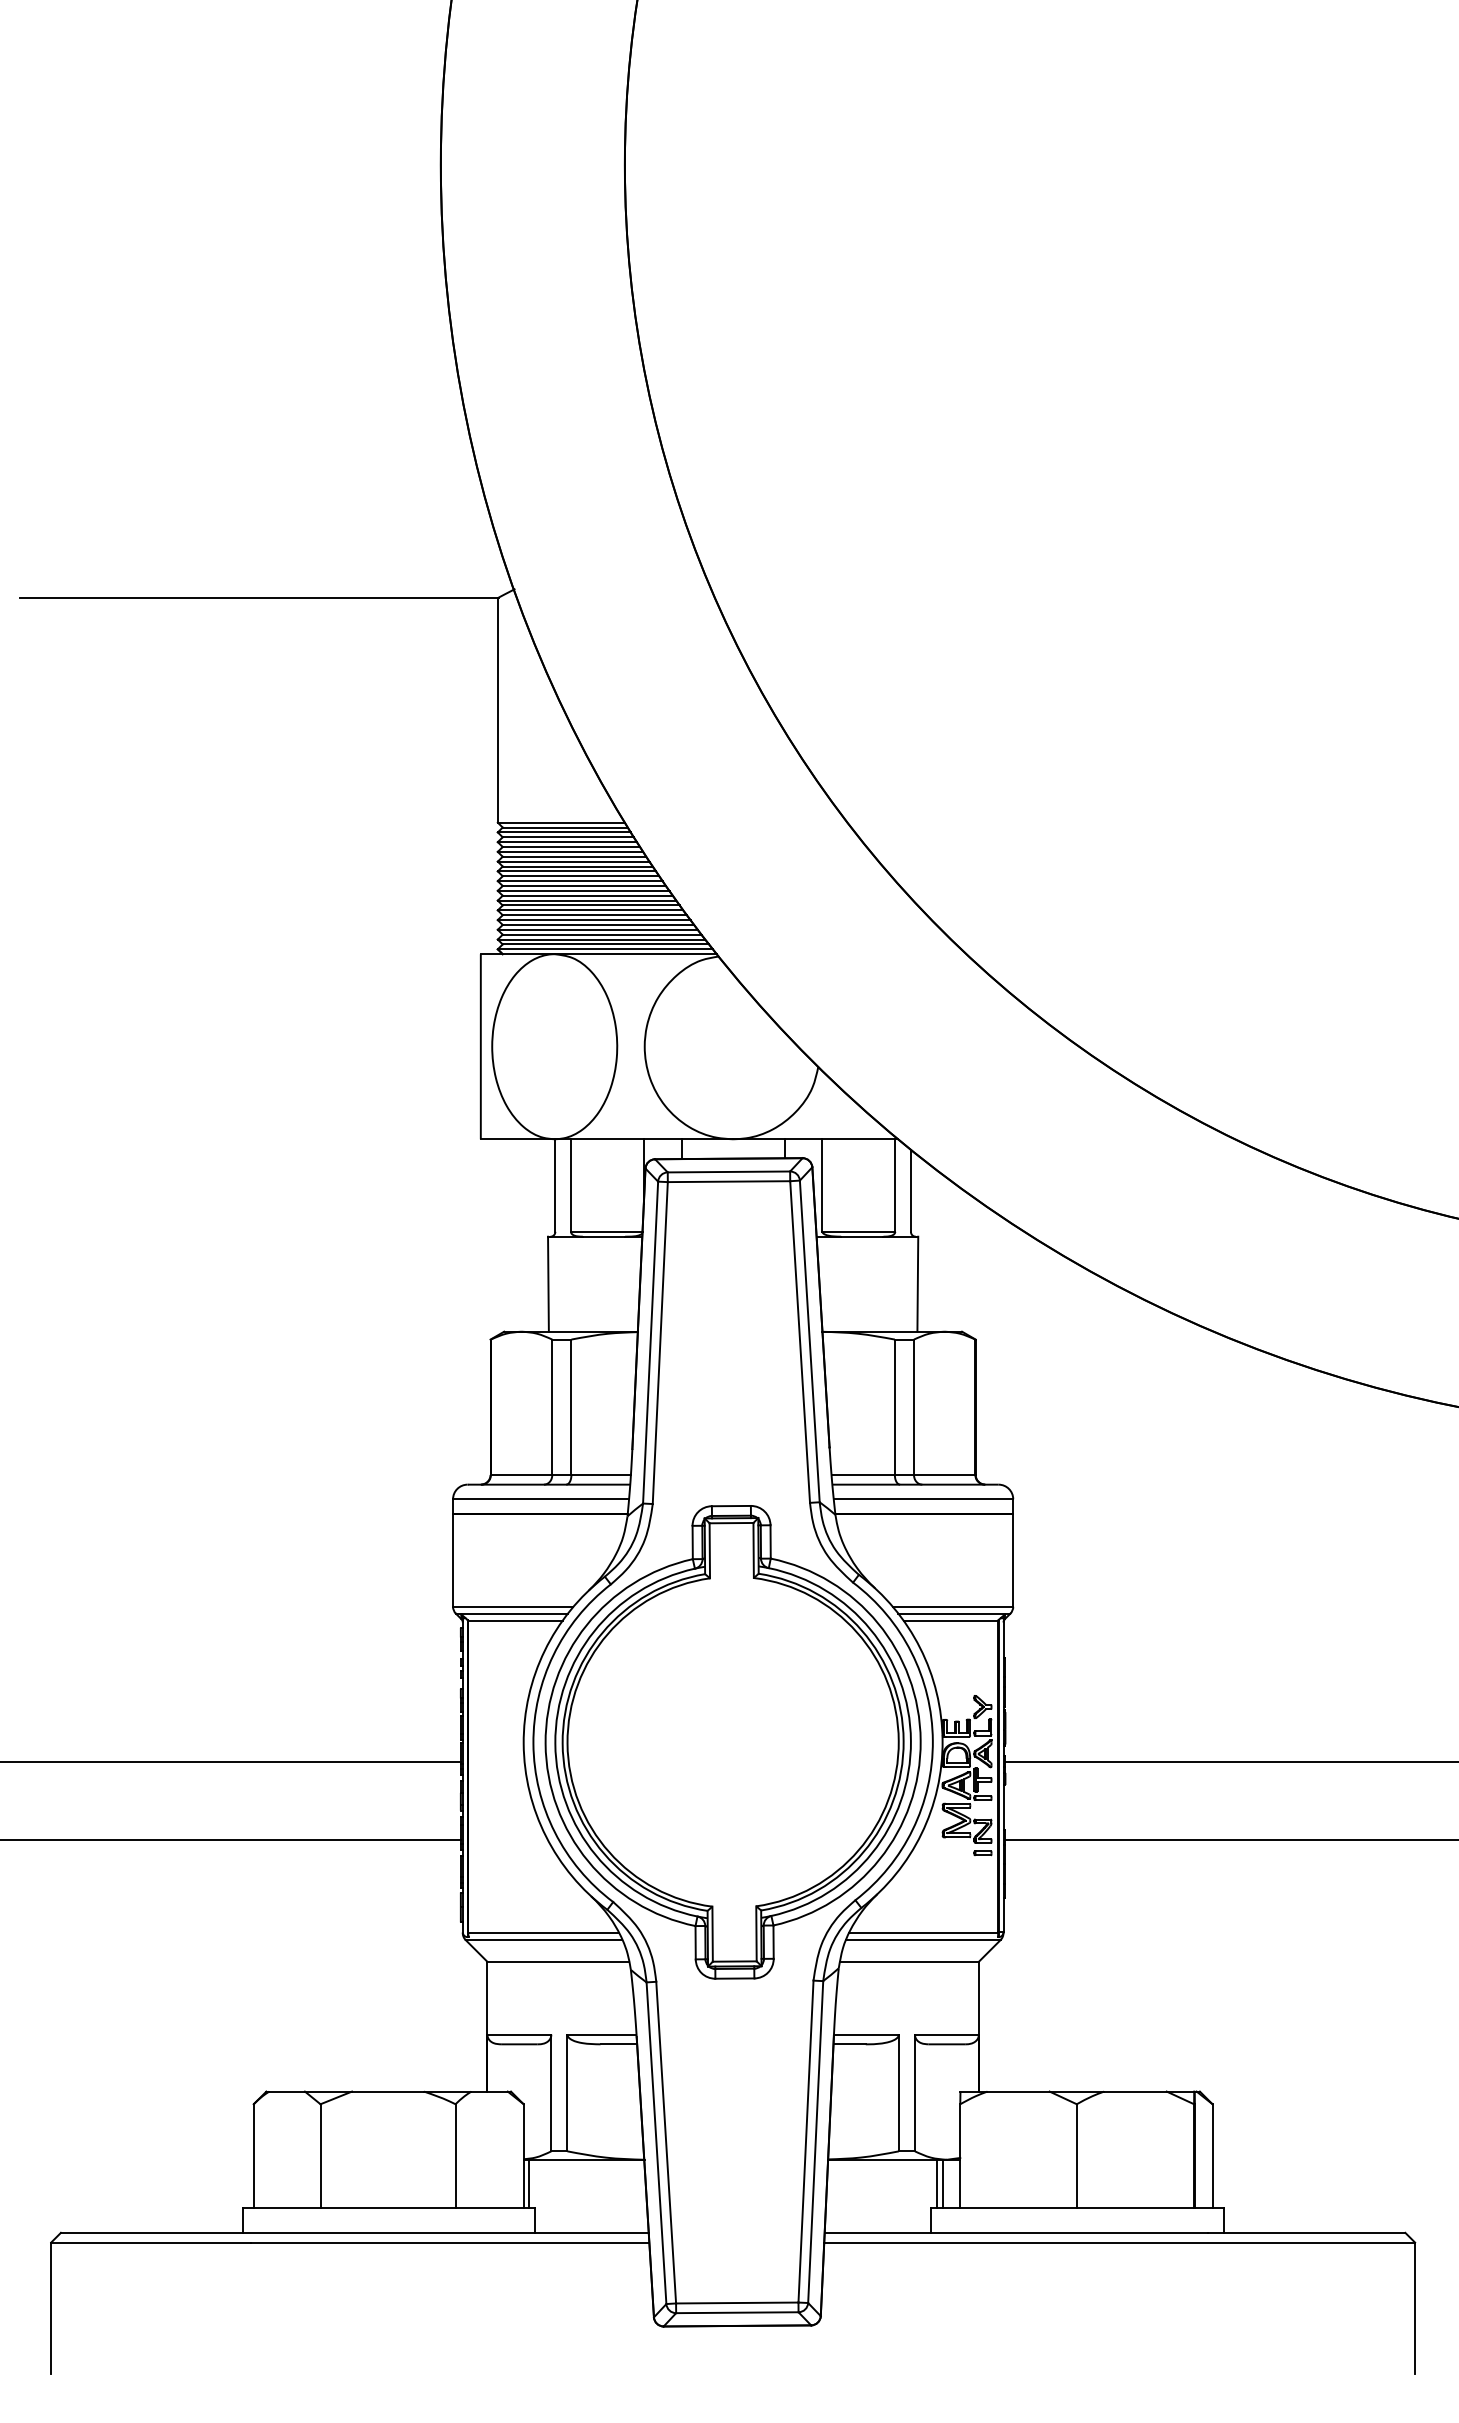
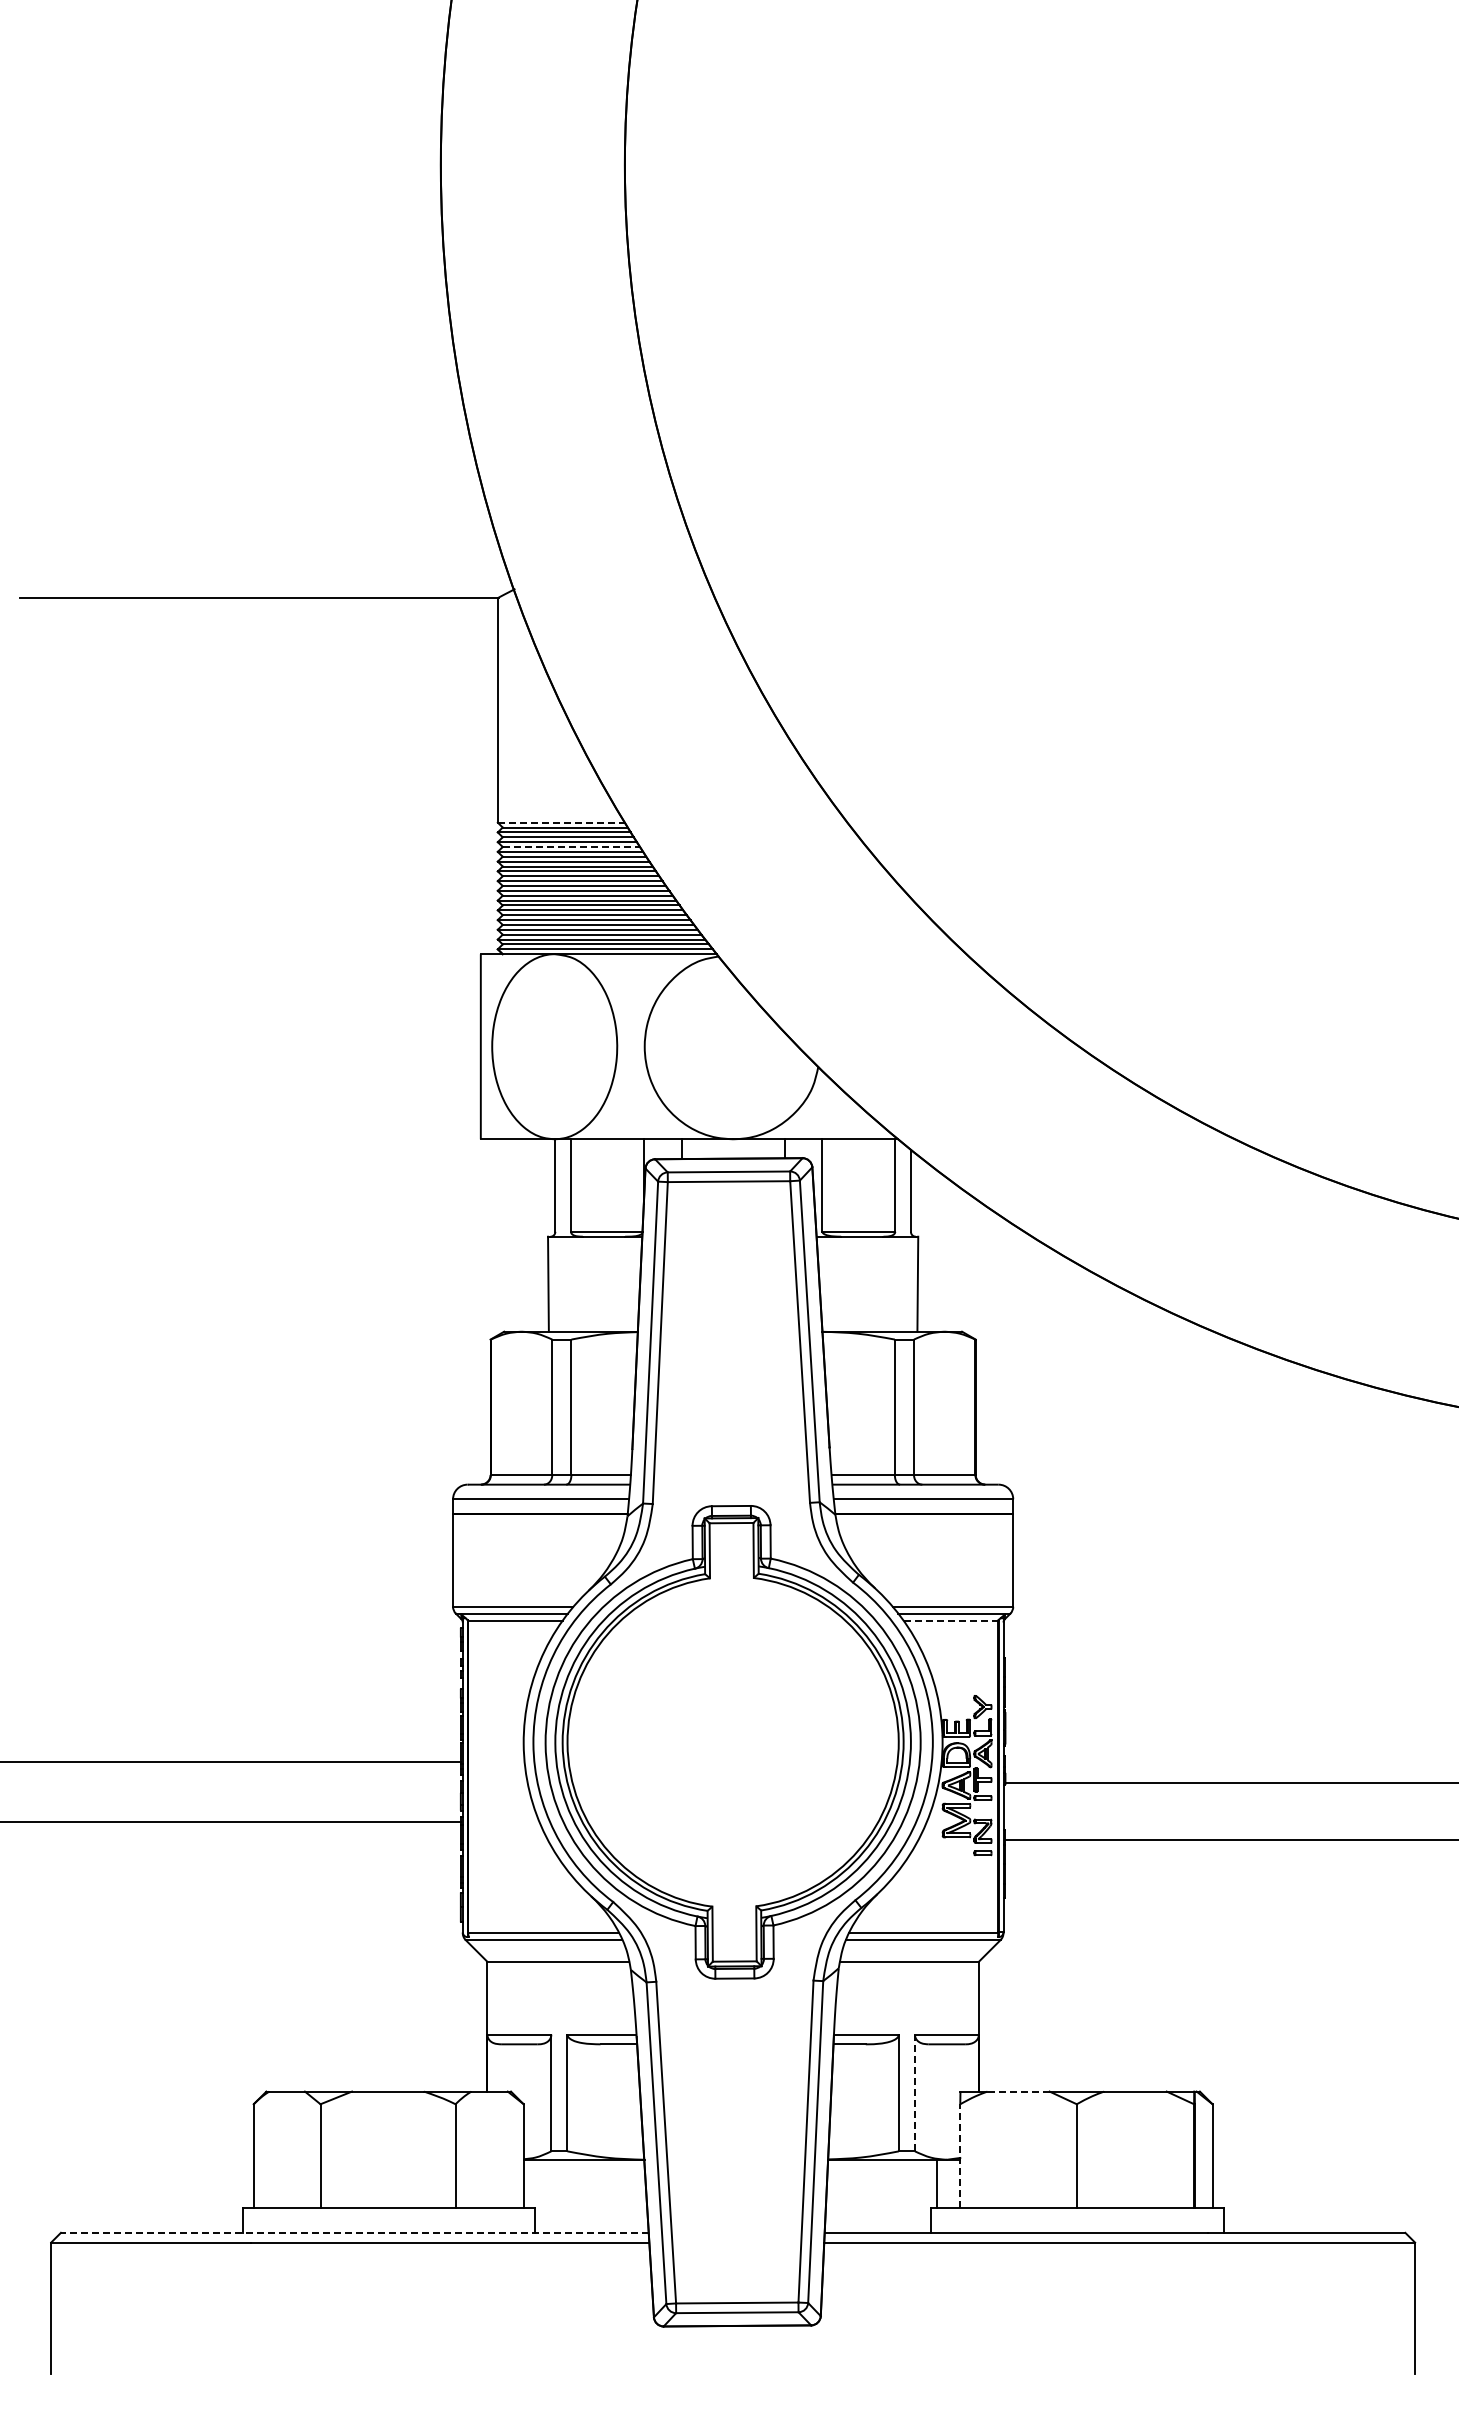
line at (561, 822): solid -> dashed
line at (571, 847): solid -> dashed
line at (951, 1620): solid -> dashed
line at (1230, 1762) position: (1230, 1762) -> (1230, 1783)
line at (231, 1840) position: (231, 1840) -> (231, 1822)
line at (1018, 2091): solid -> dashed
line at (914, 2092): solid -> dashed
line at (960, 2155): solid -> dashed
line at (529, 2183): present -> none
line at (942, 2183): present -> none
line at (354, 2232): solid -> dashed
